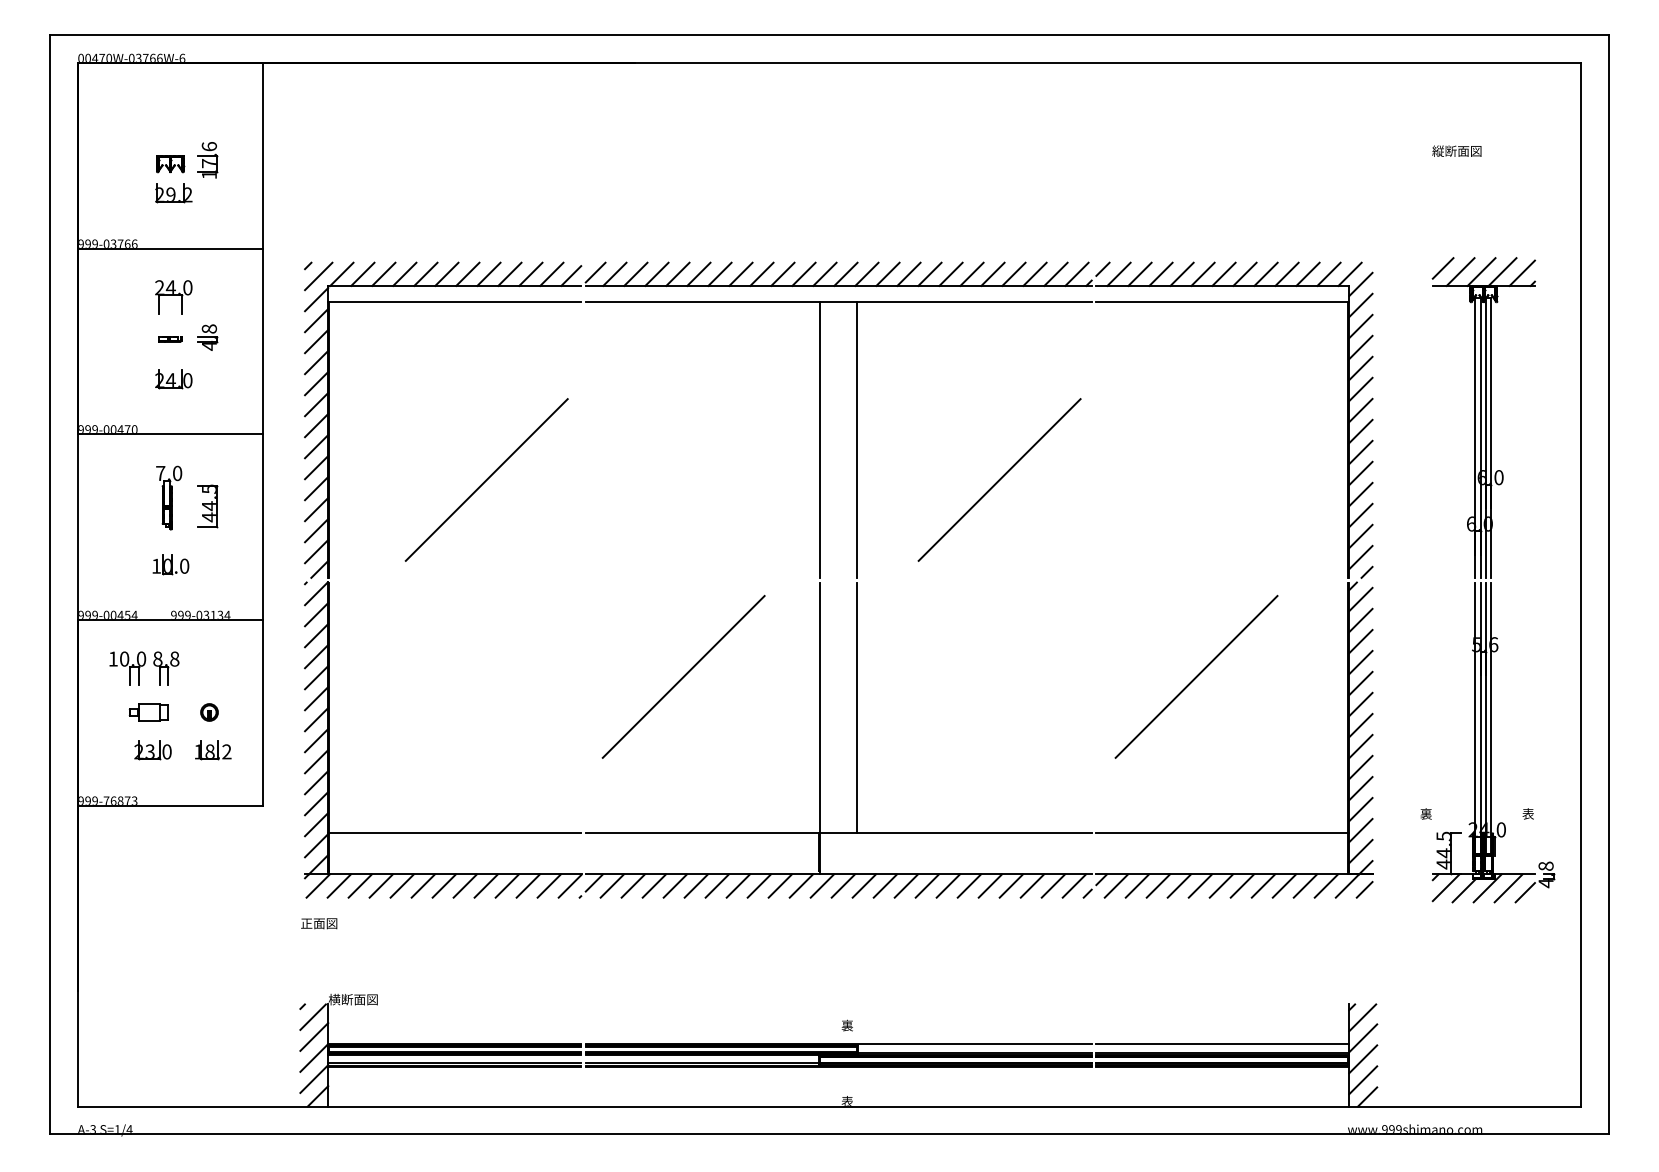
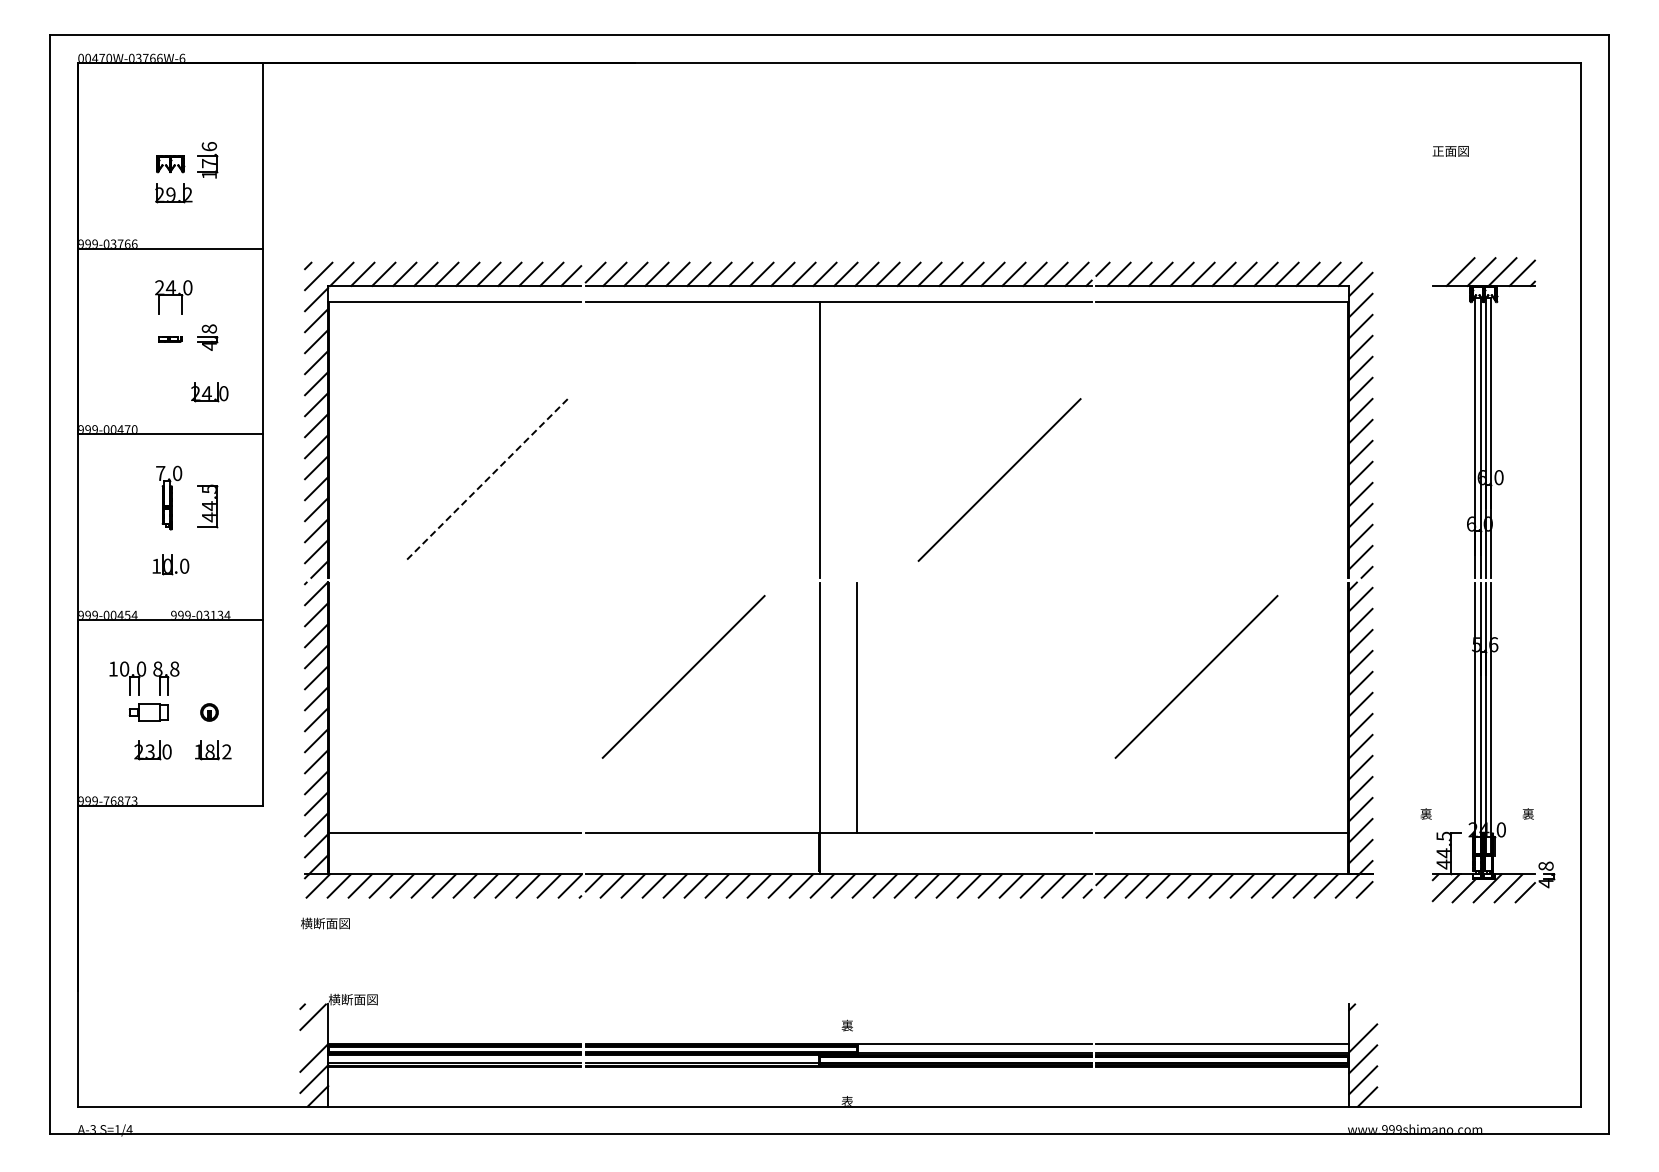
text at (1456, 150): 縦断面図 -> 正面図
line at (1442, 268): present -> none
part at (173, 379) position: (173, 379) -> (209, 392)
line at (857, 439): present -> none
line at (486, 480): solid -> dashed
part at (144, 668) position: (144, 668) -> (144, 678)
text at (1527, 814): 表 -> 裏
text at (325, 923): 正面図 -> 横断面図
line at (1362, 1017): present -> none
line at (314, 1036): present -> none
